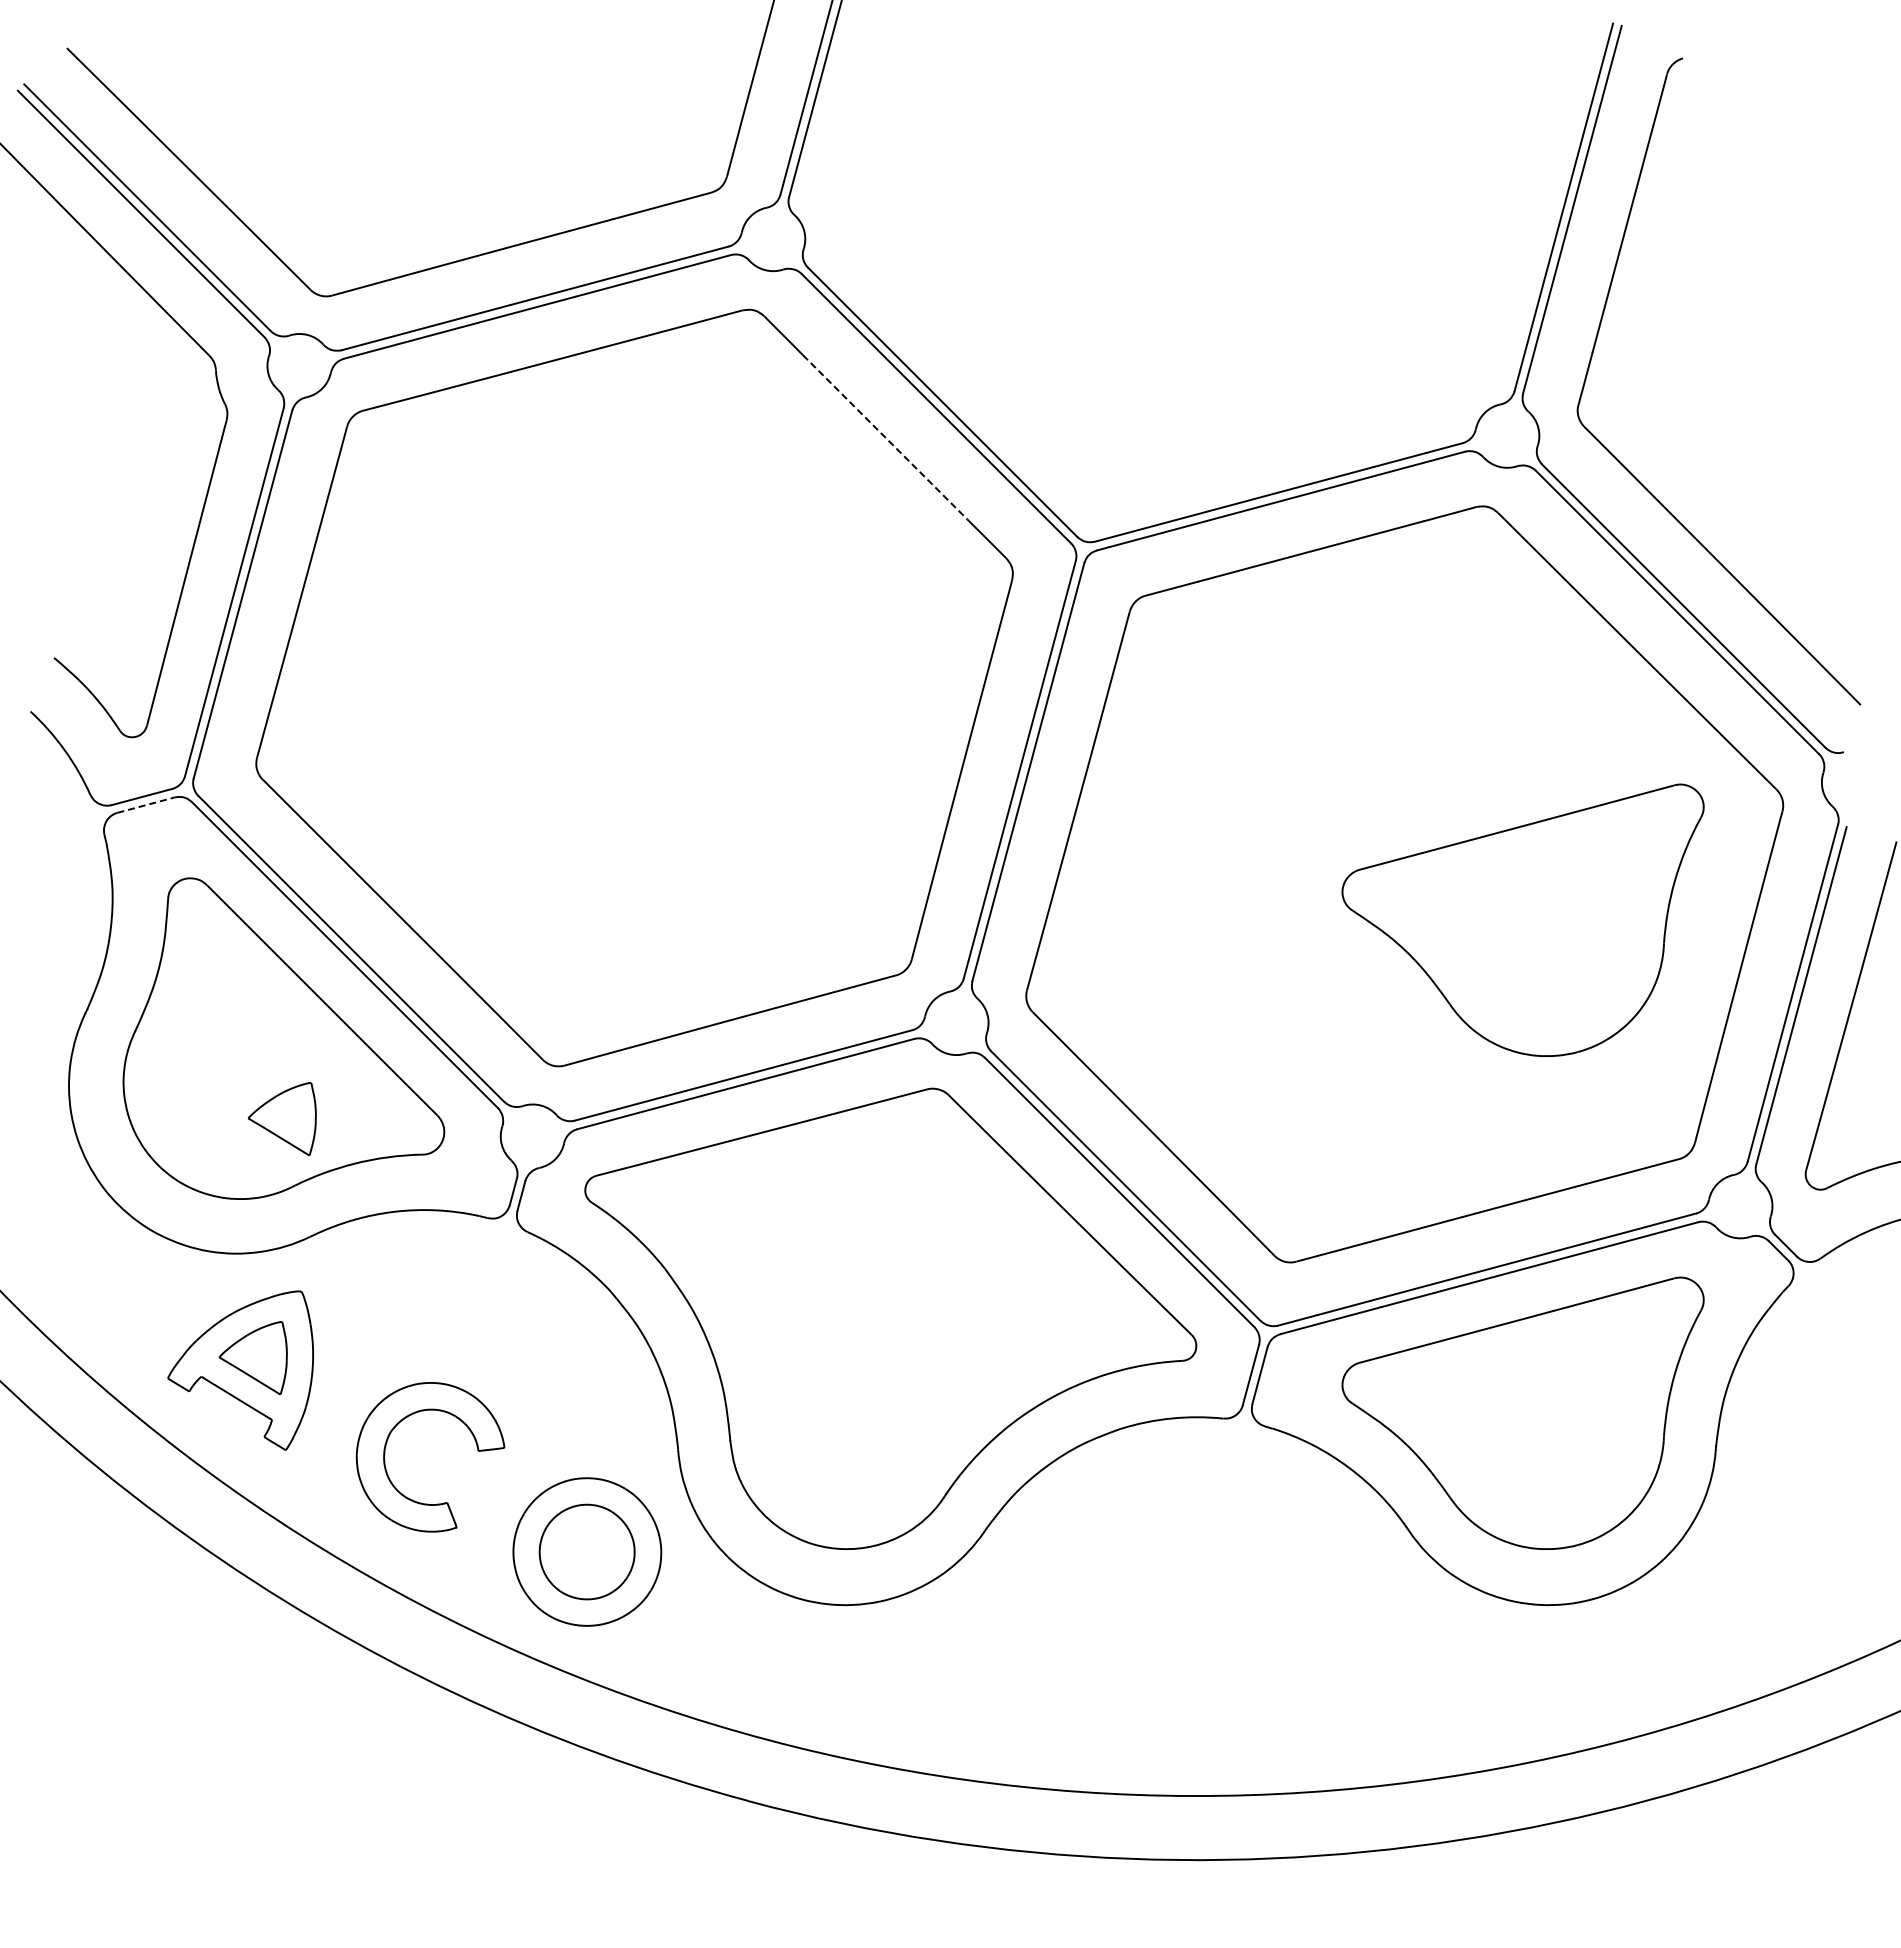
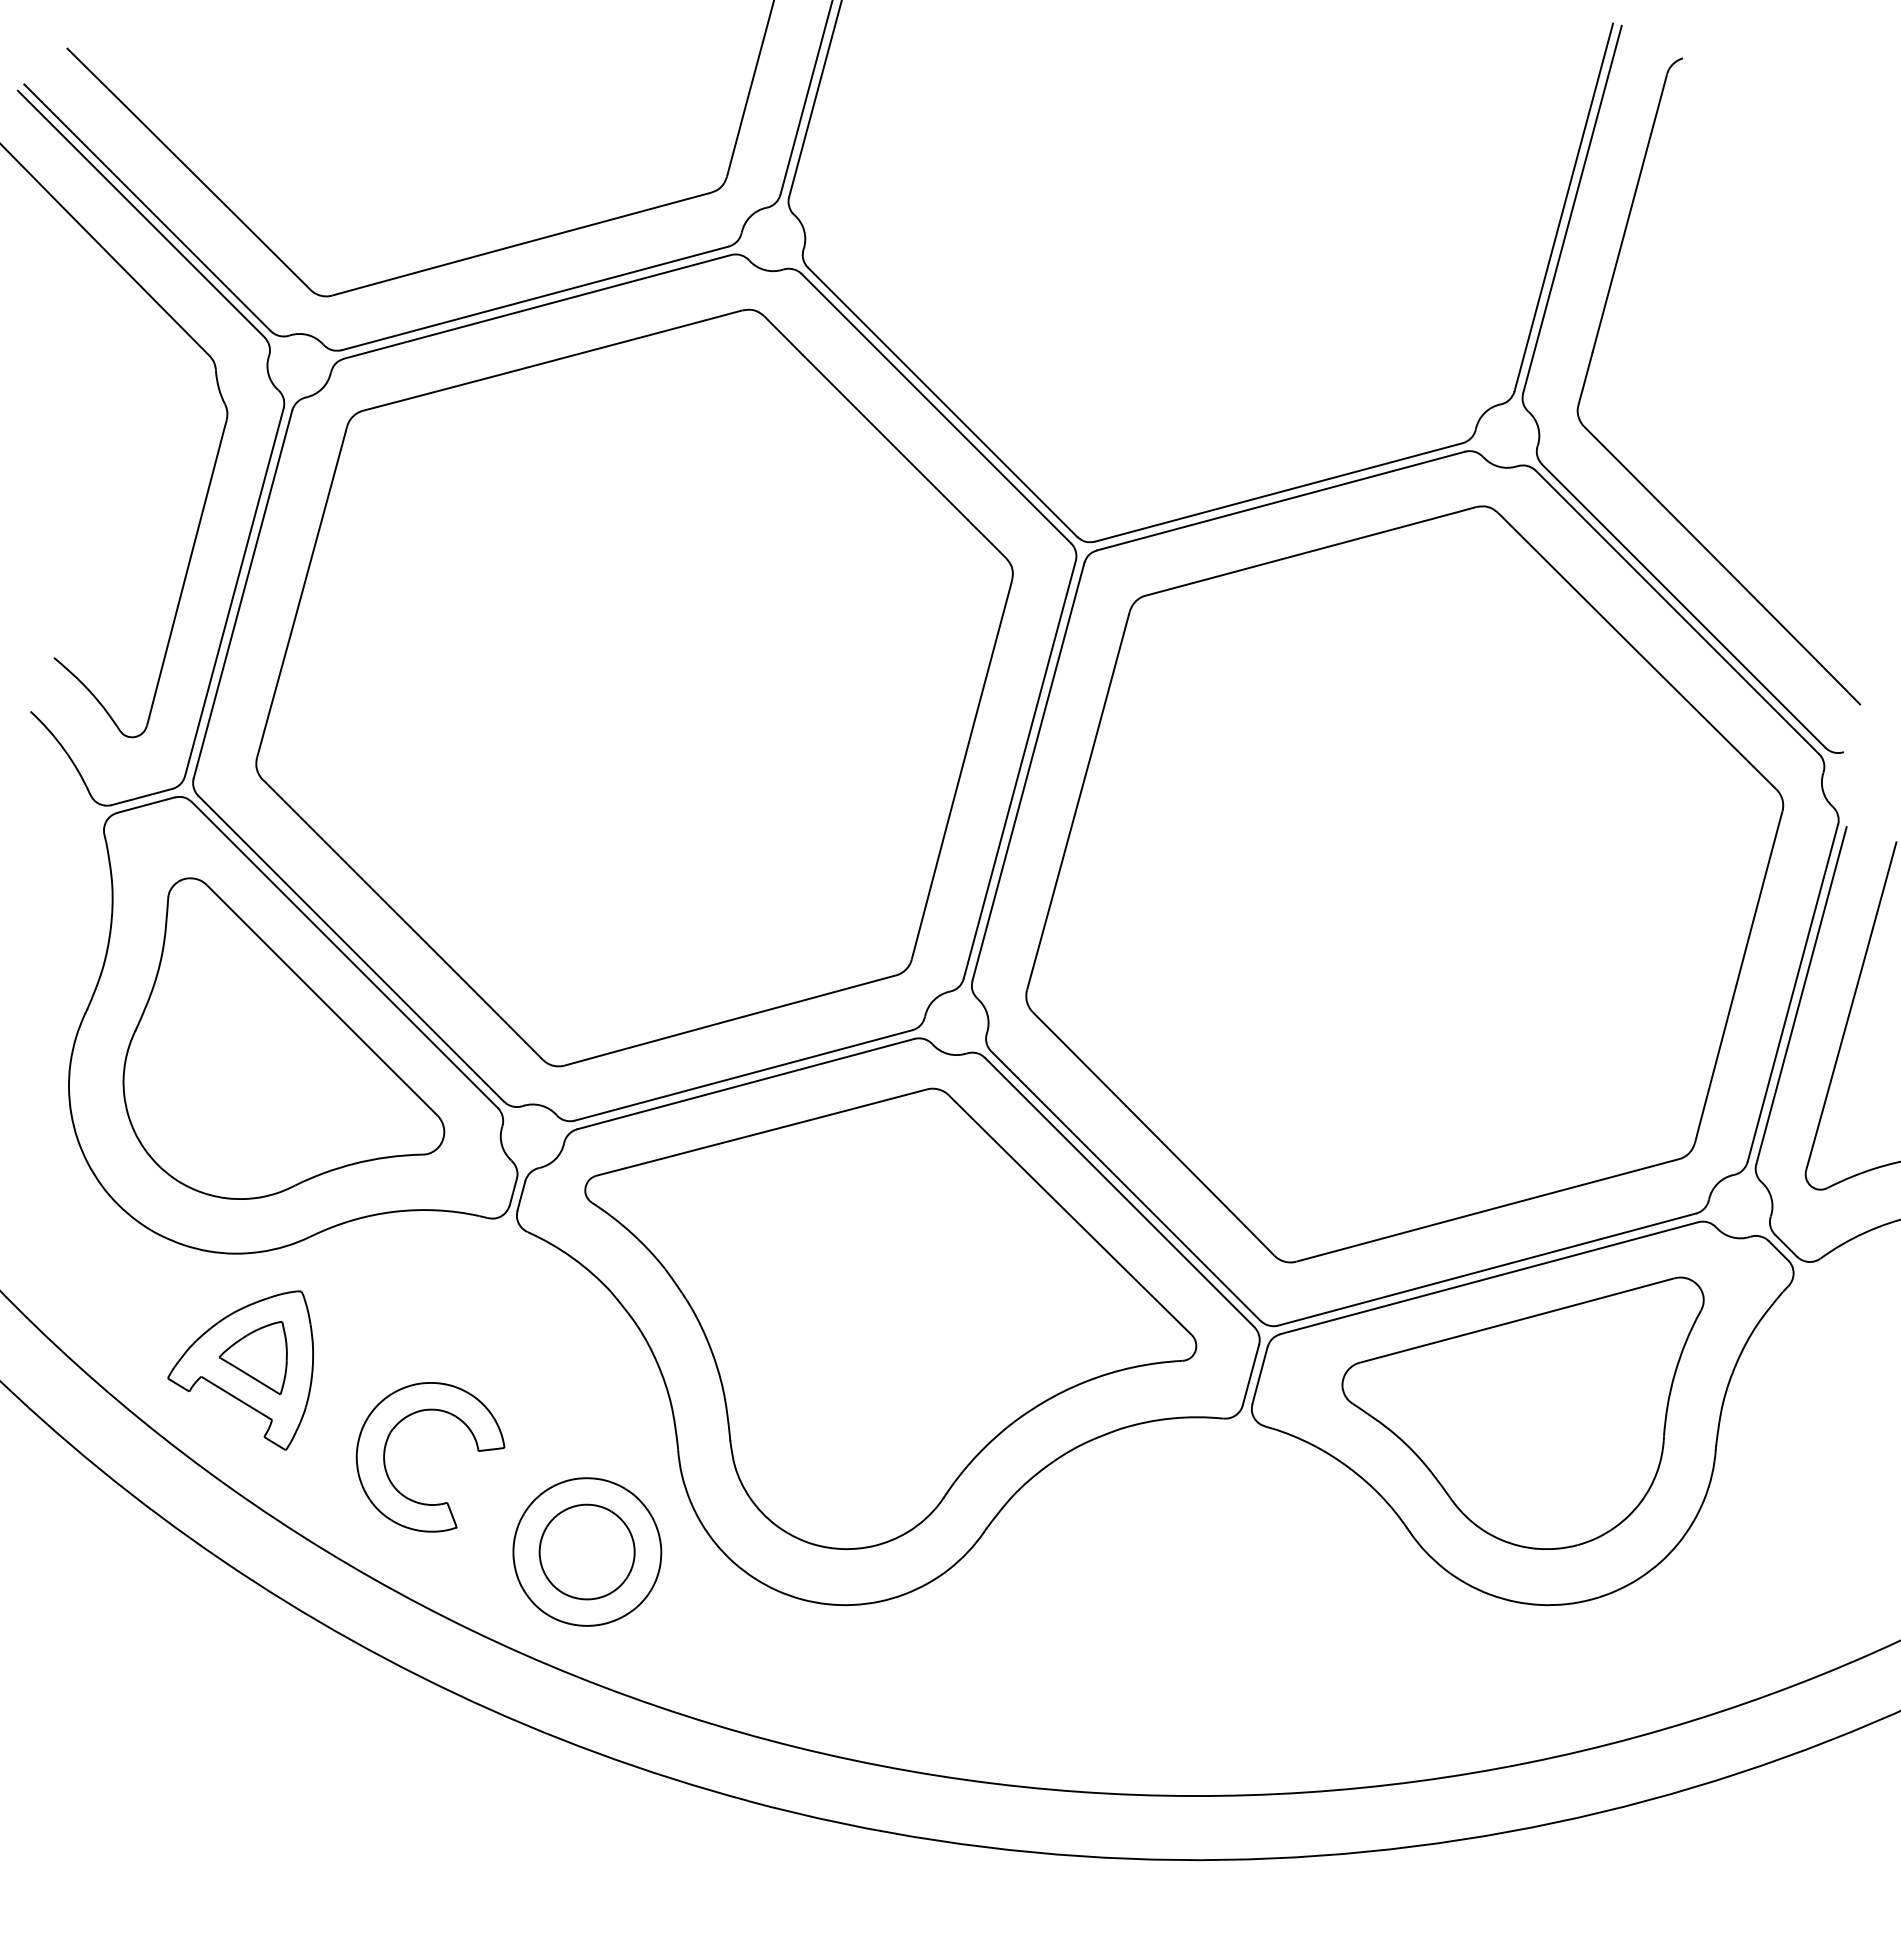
line at (885, 437): dashed -> solid
line at (146, 805): dashed -> solid
part at (1522, 919): present -> none
part at (281, 1119): present -> none
